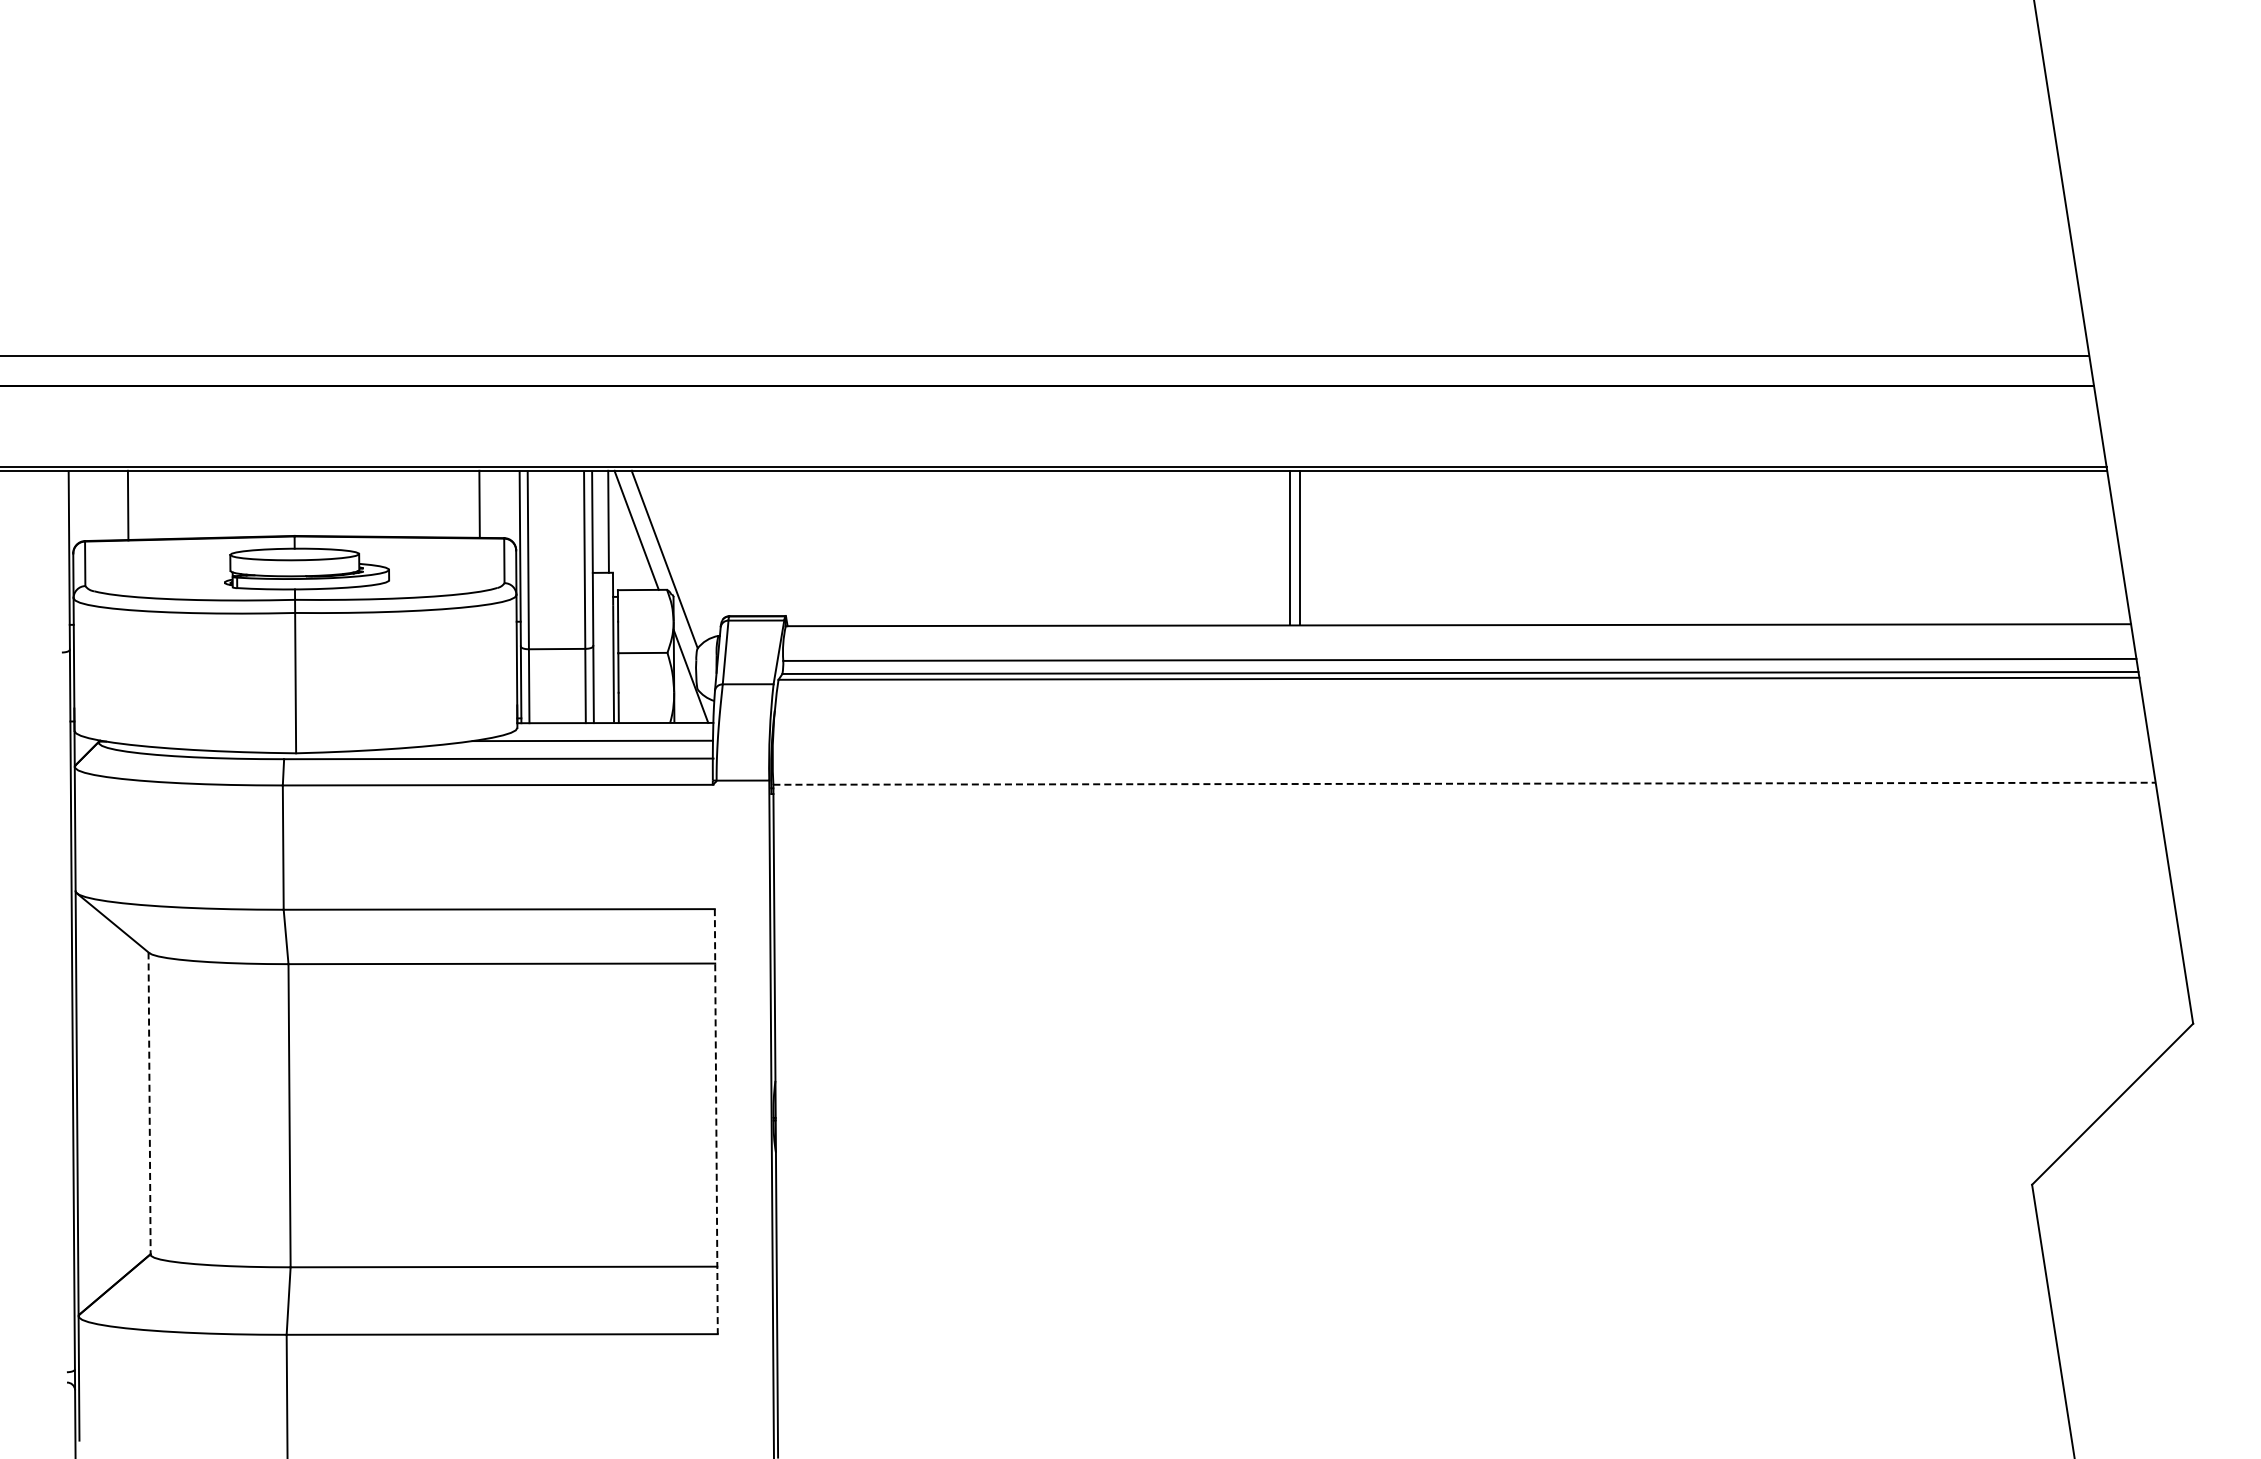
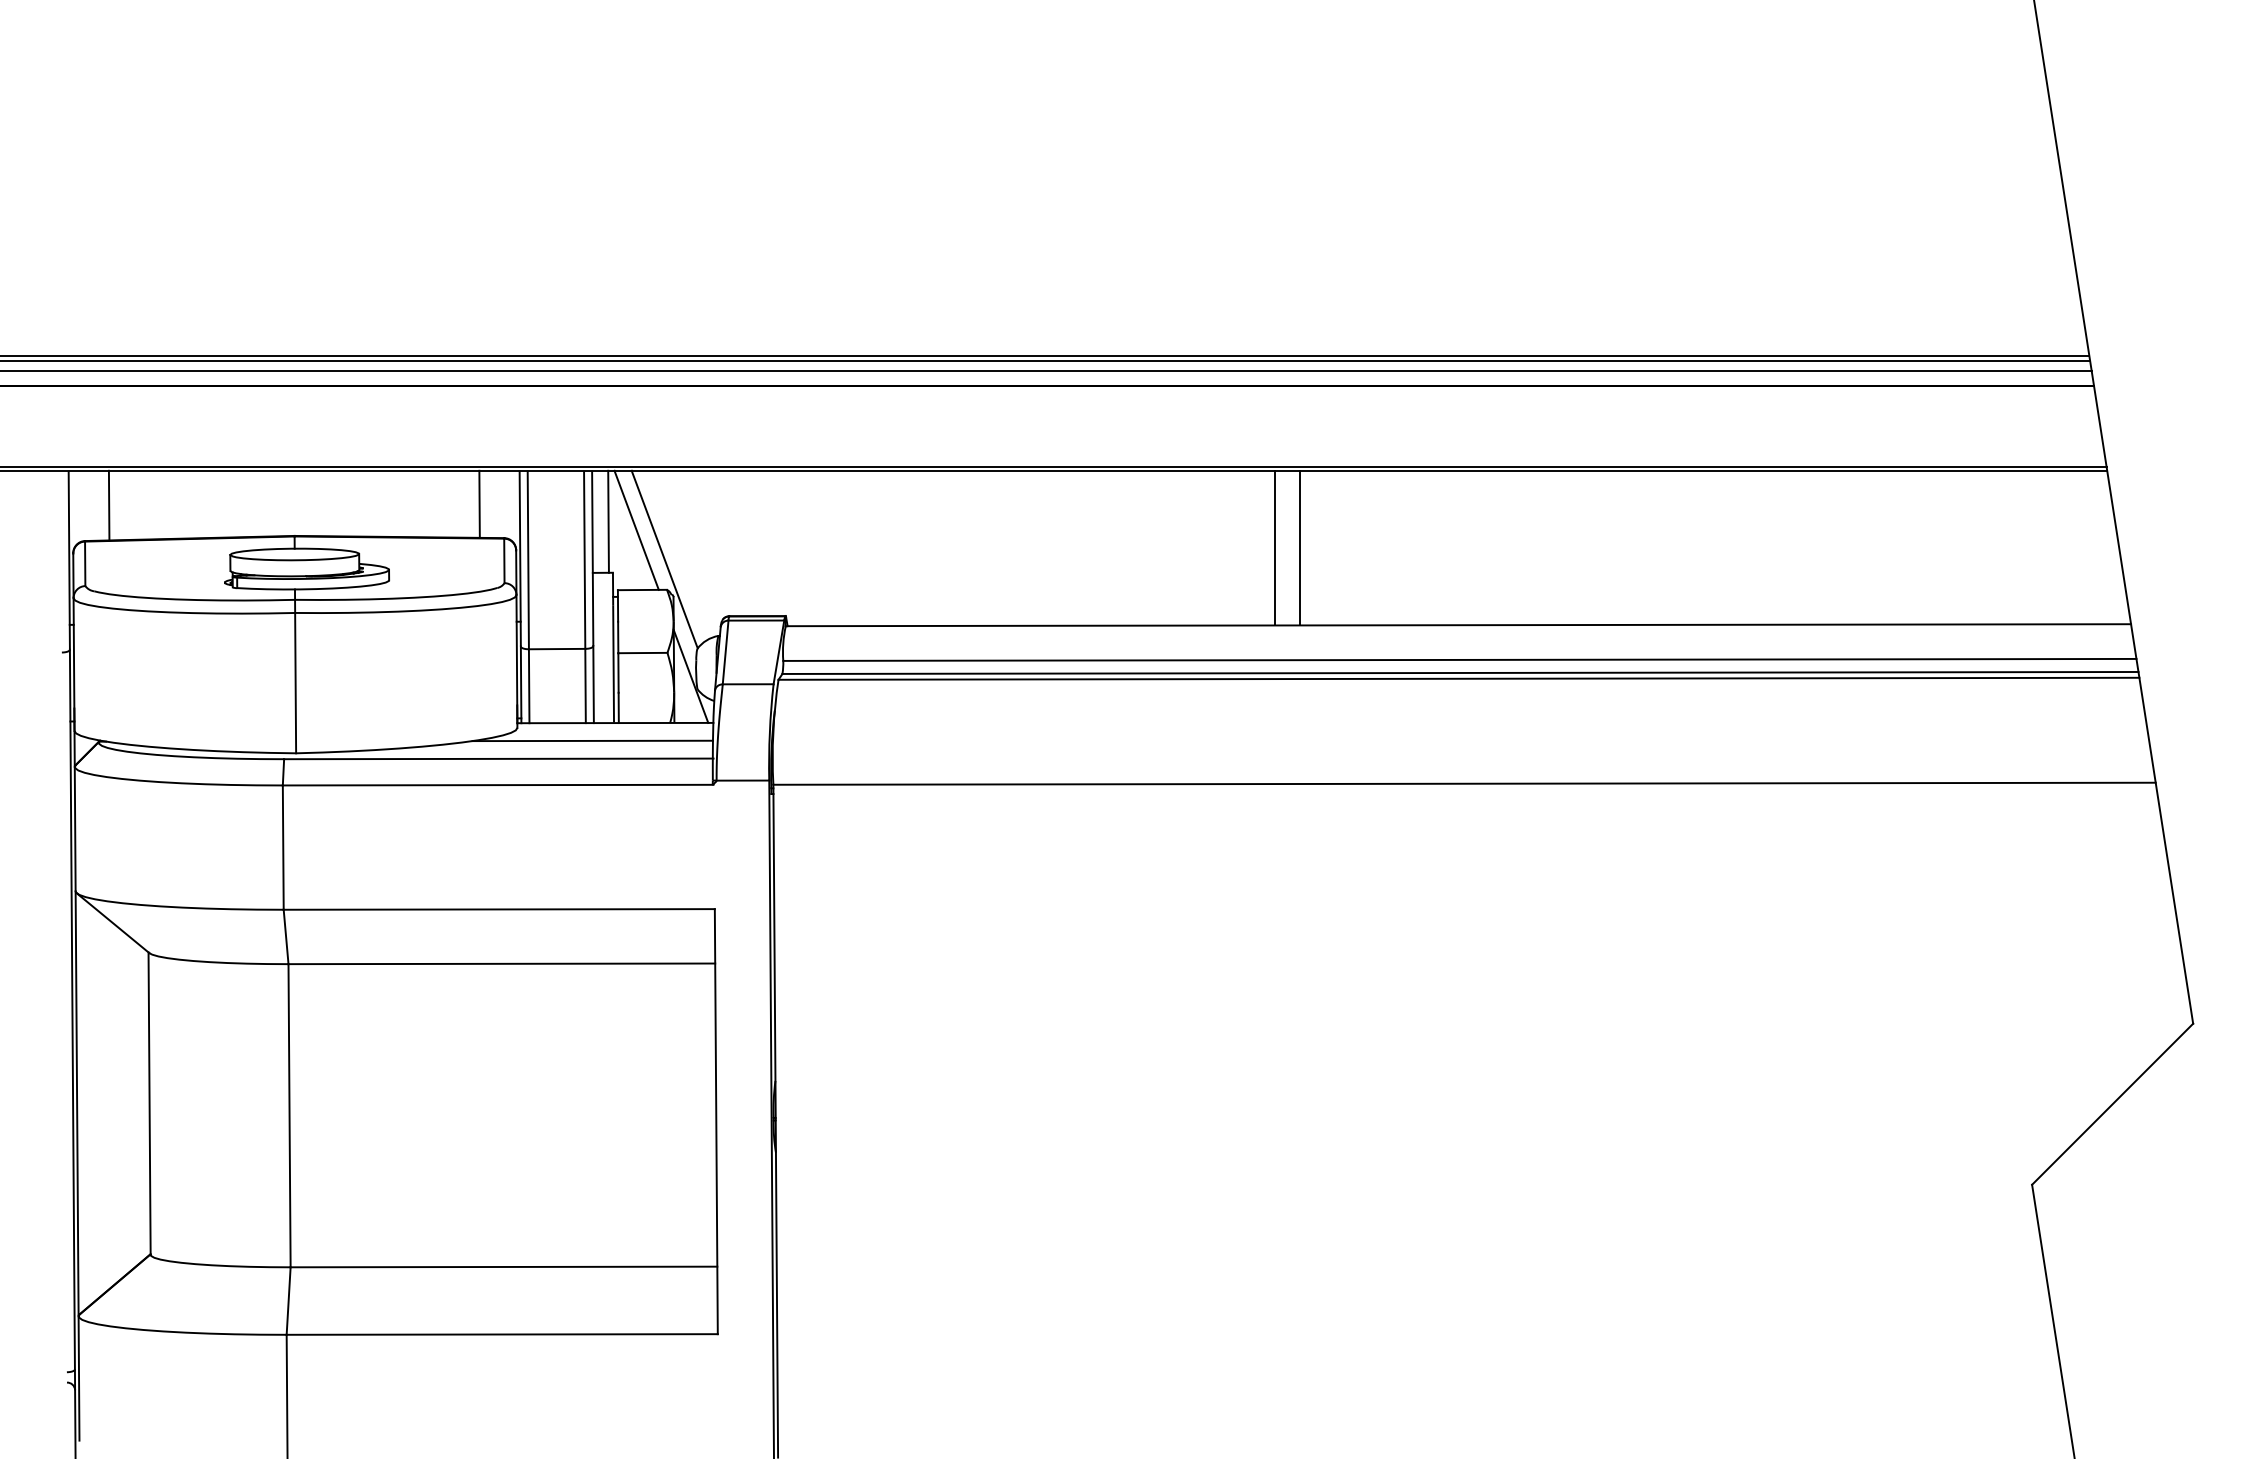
line at (1046, 361): none -> present
line at (1046, 371): none -> present
line at (127, 505) position: (127, 505) -> (108, 505)
line at (1290, 547) position: (1290, 547) -> (1275, 547)
line at (1465, 783): dashed -> solid
line at (149, 1104): dashed -> solid
line at (716, 1121): dashed -> solid
